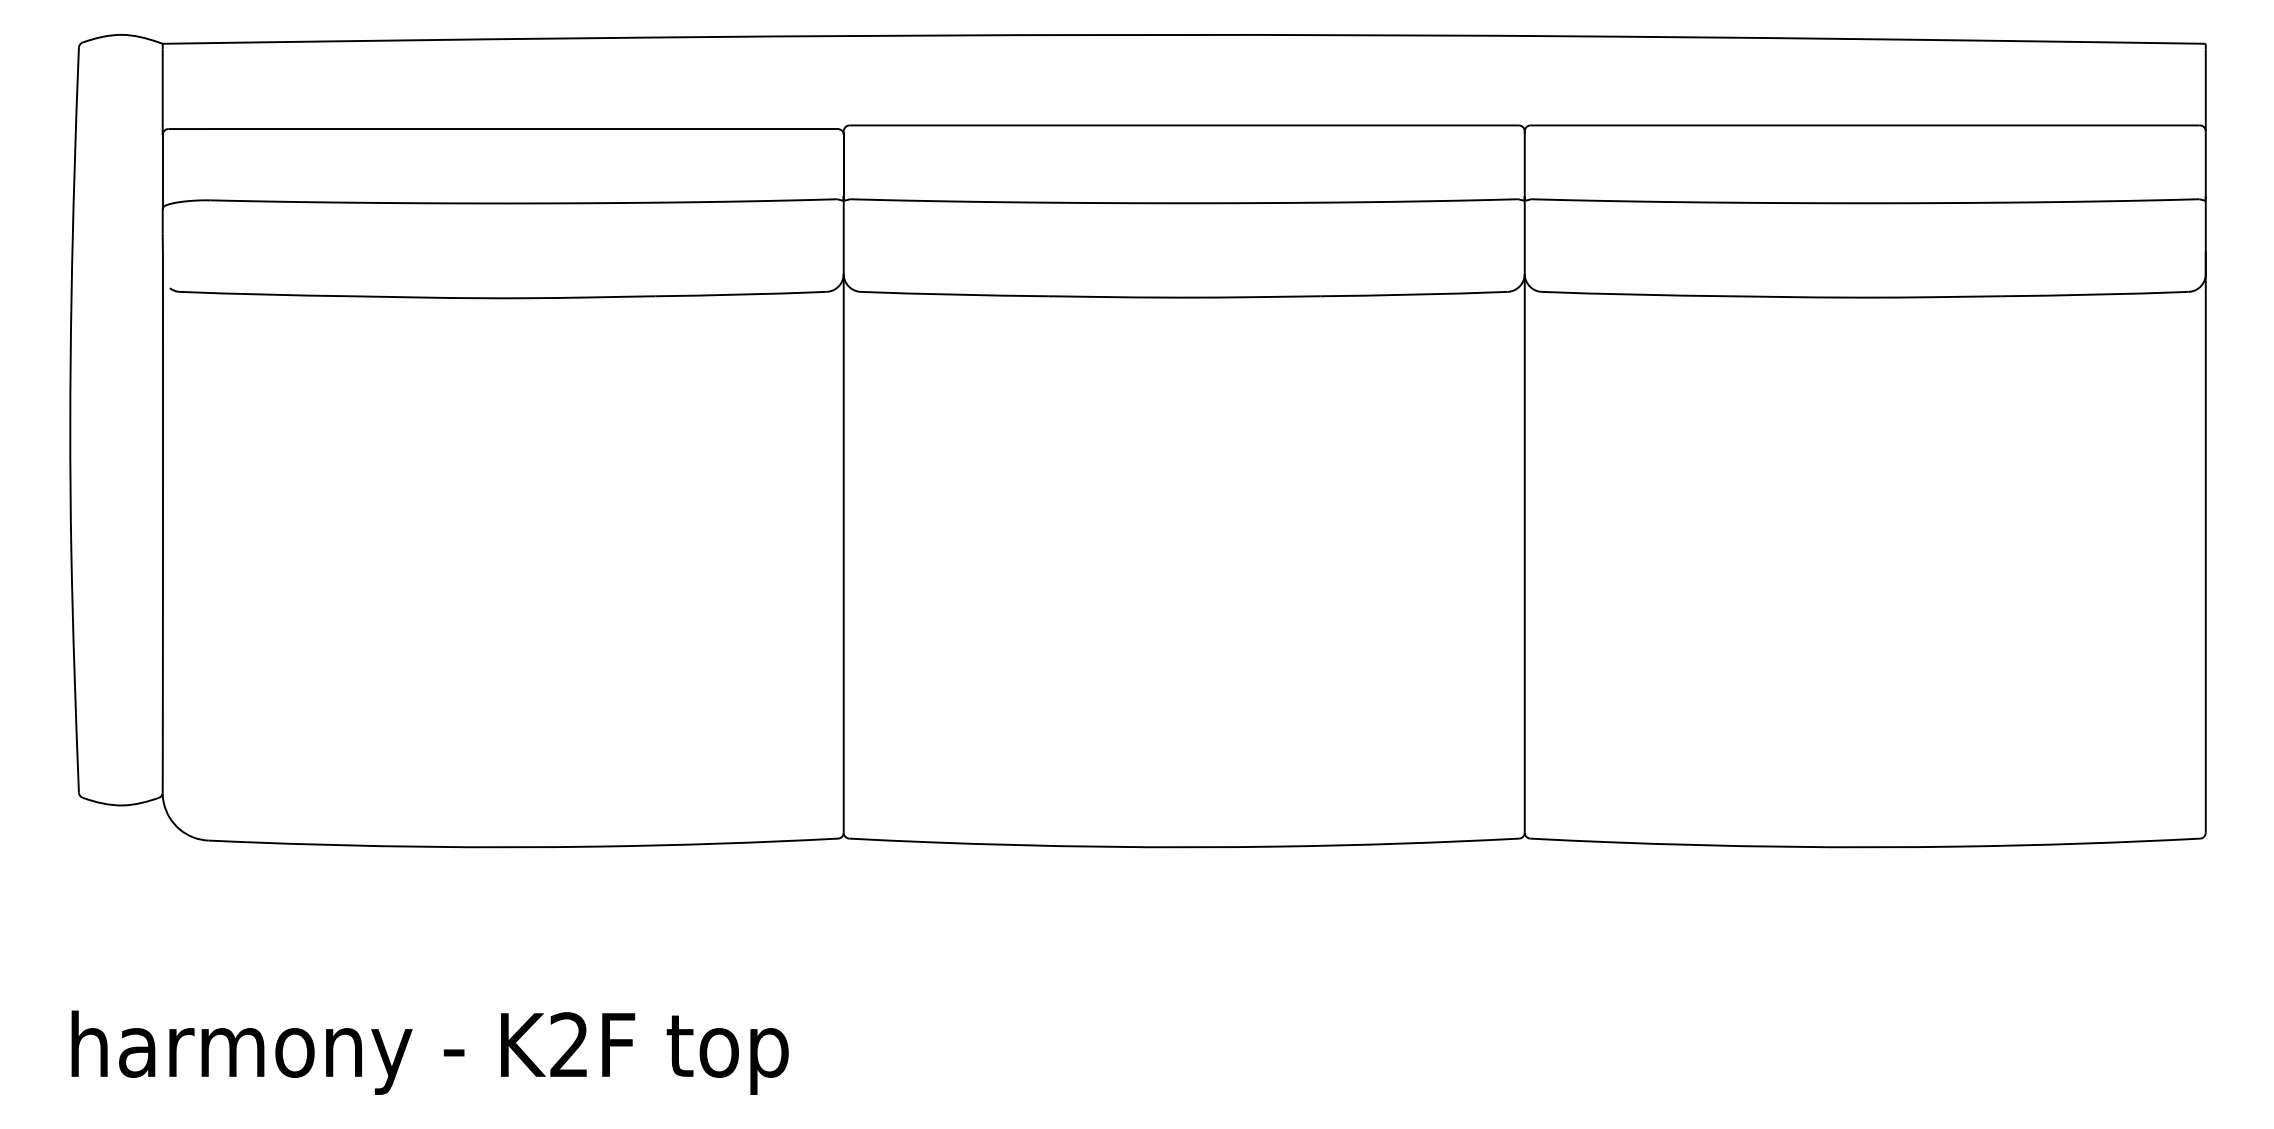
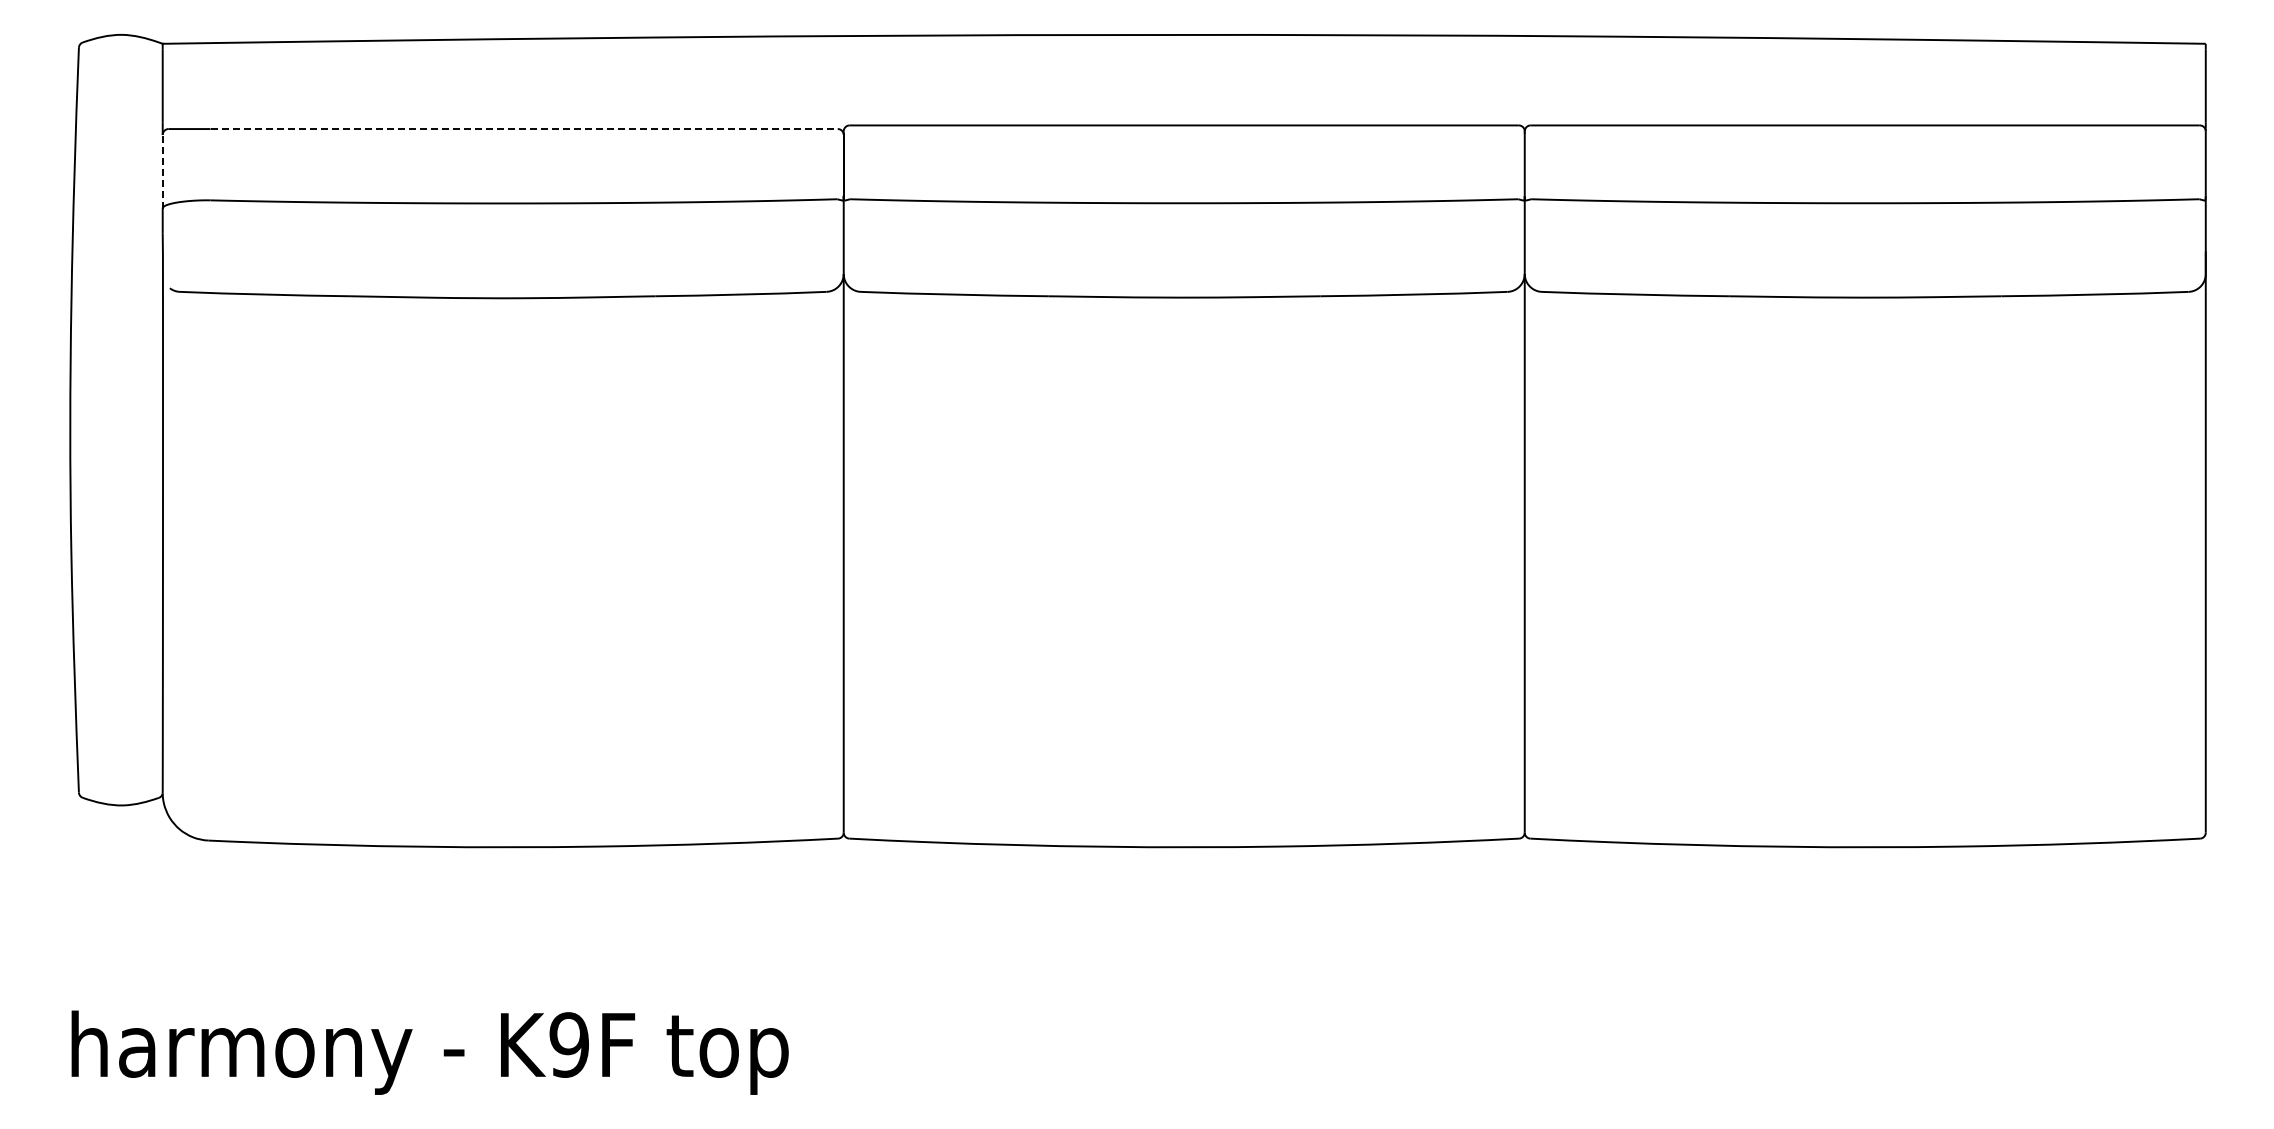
line at (524, 129): solid -> dashed
line at (162, 171): solid -> dashed
text at (568, 1044): K2F -> K9F
